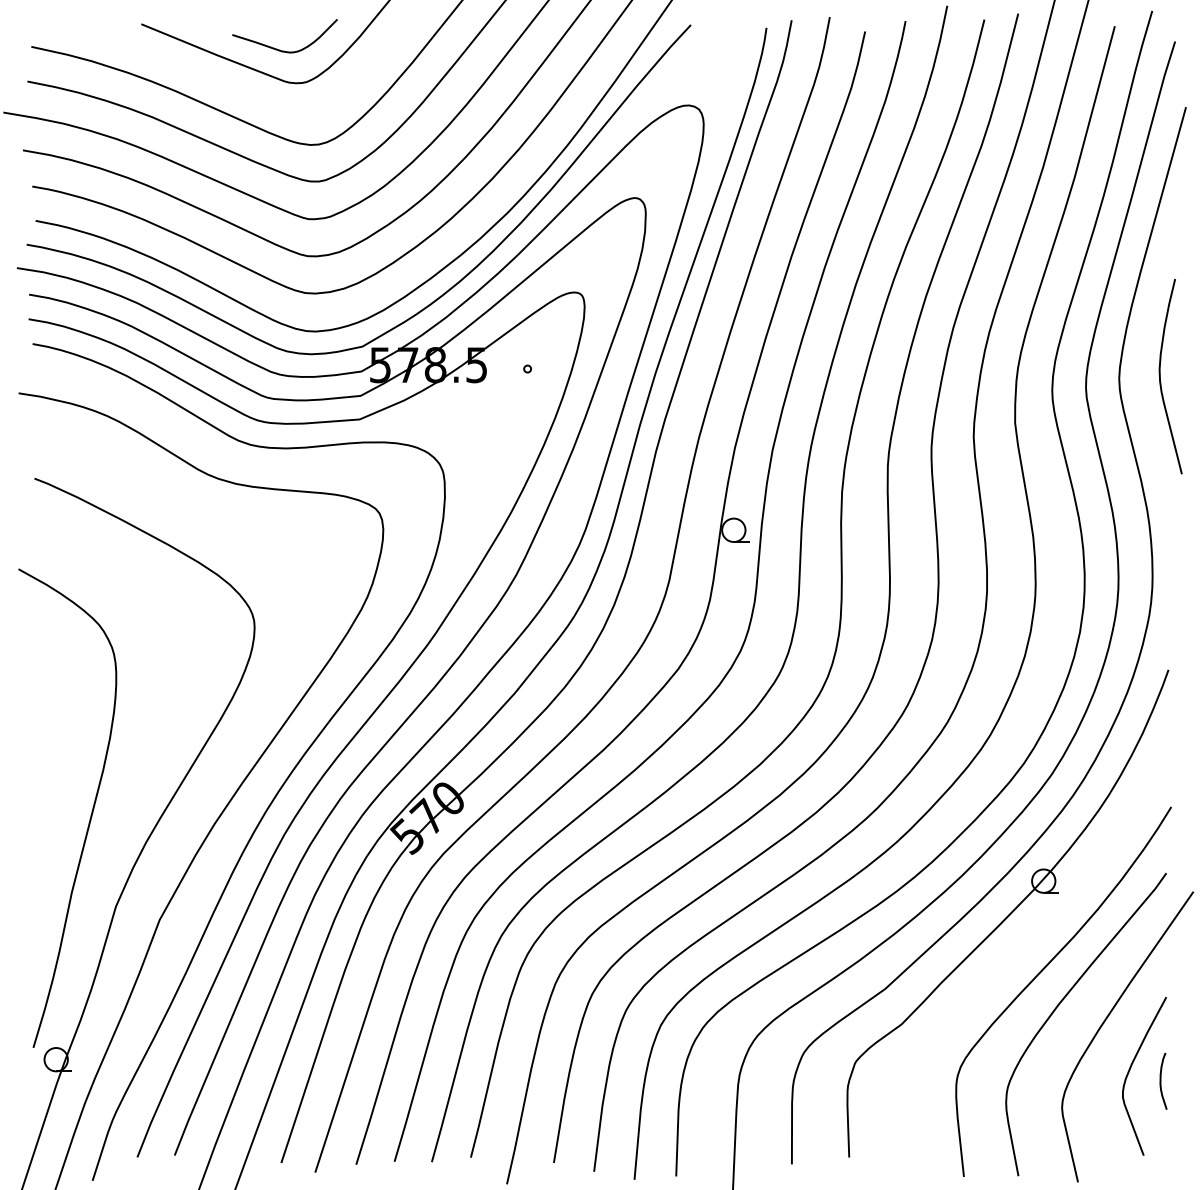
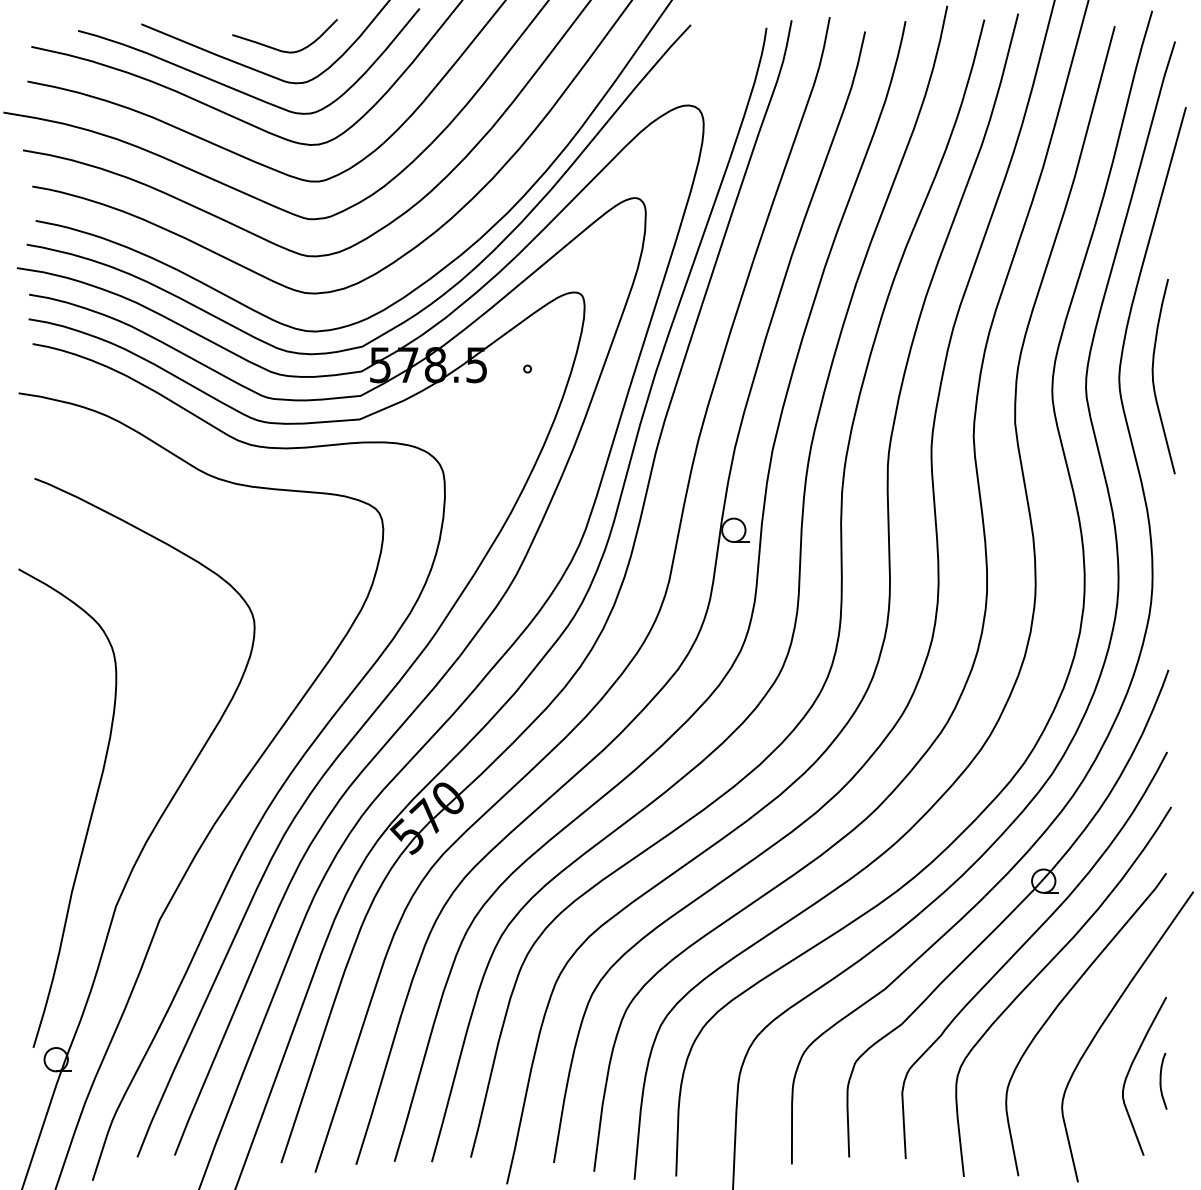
curve at (240, 90): none -> present
curve at (1160, 376) position: (1160, 376) -> (1153, 376)
curve at (1025, 944): none -> present
